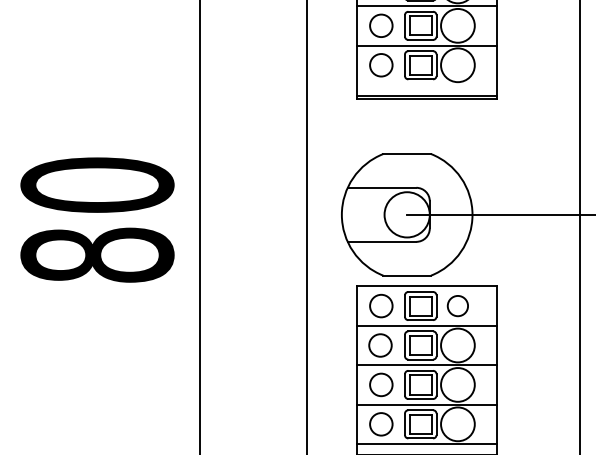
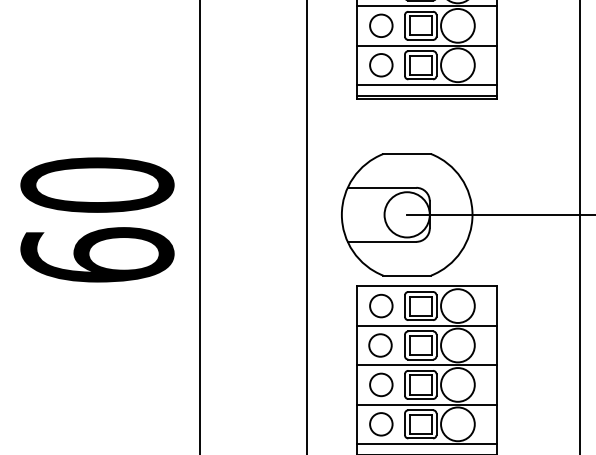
line at (426, 84): none -> present
text at (97, 254): 80 -> 60
circle at (457, 305) diameter: 20 px -> 34 px
